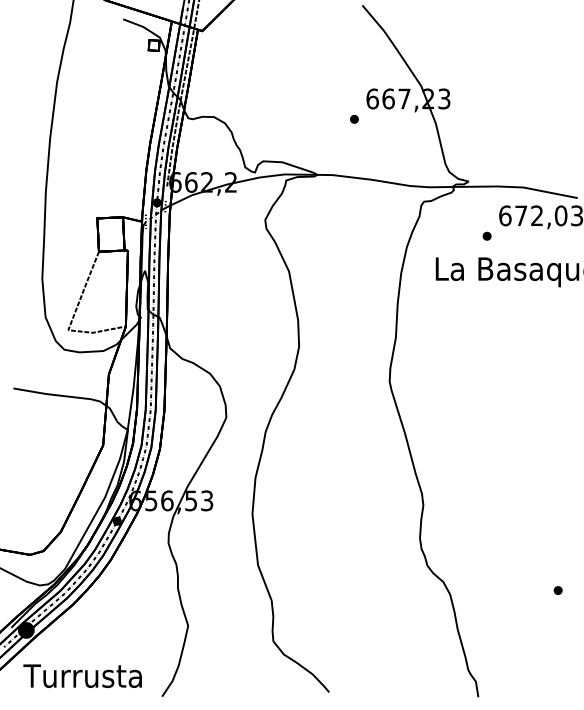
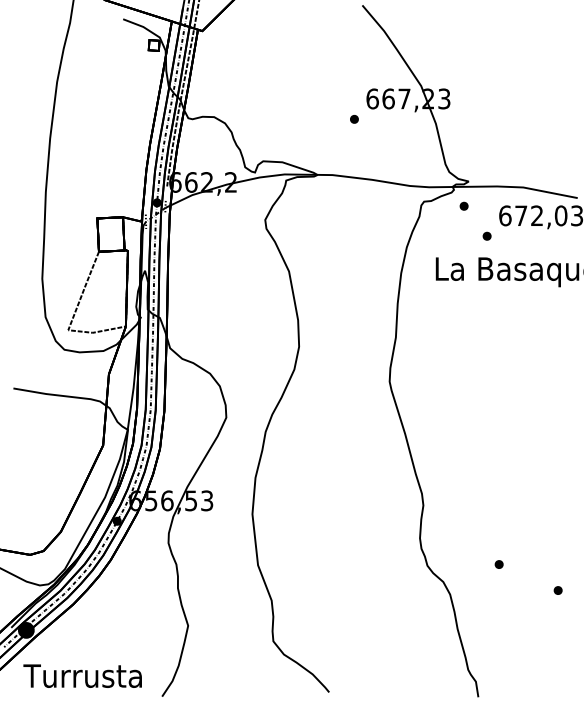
part at (463, 205): none -> present
part at (498, 564): none -> present
